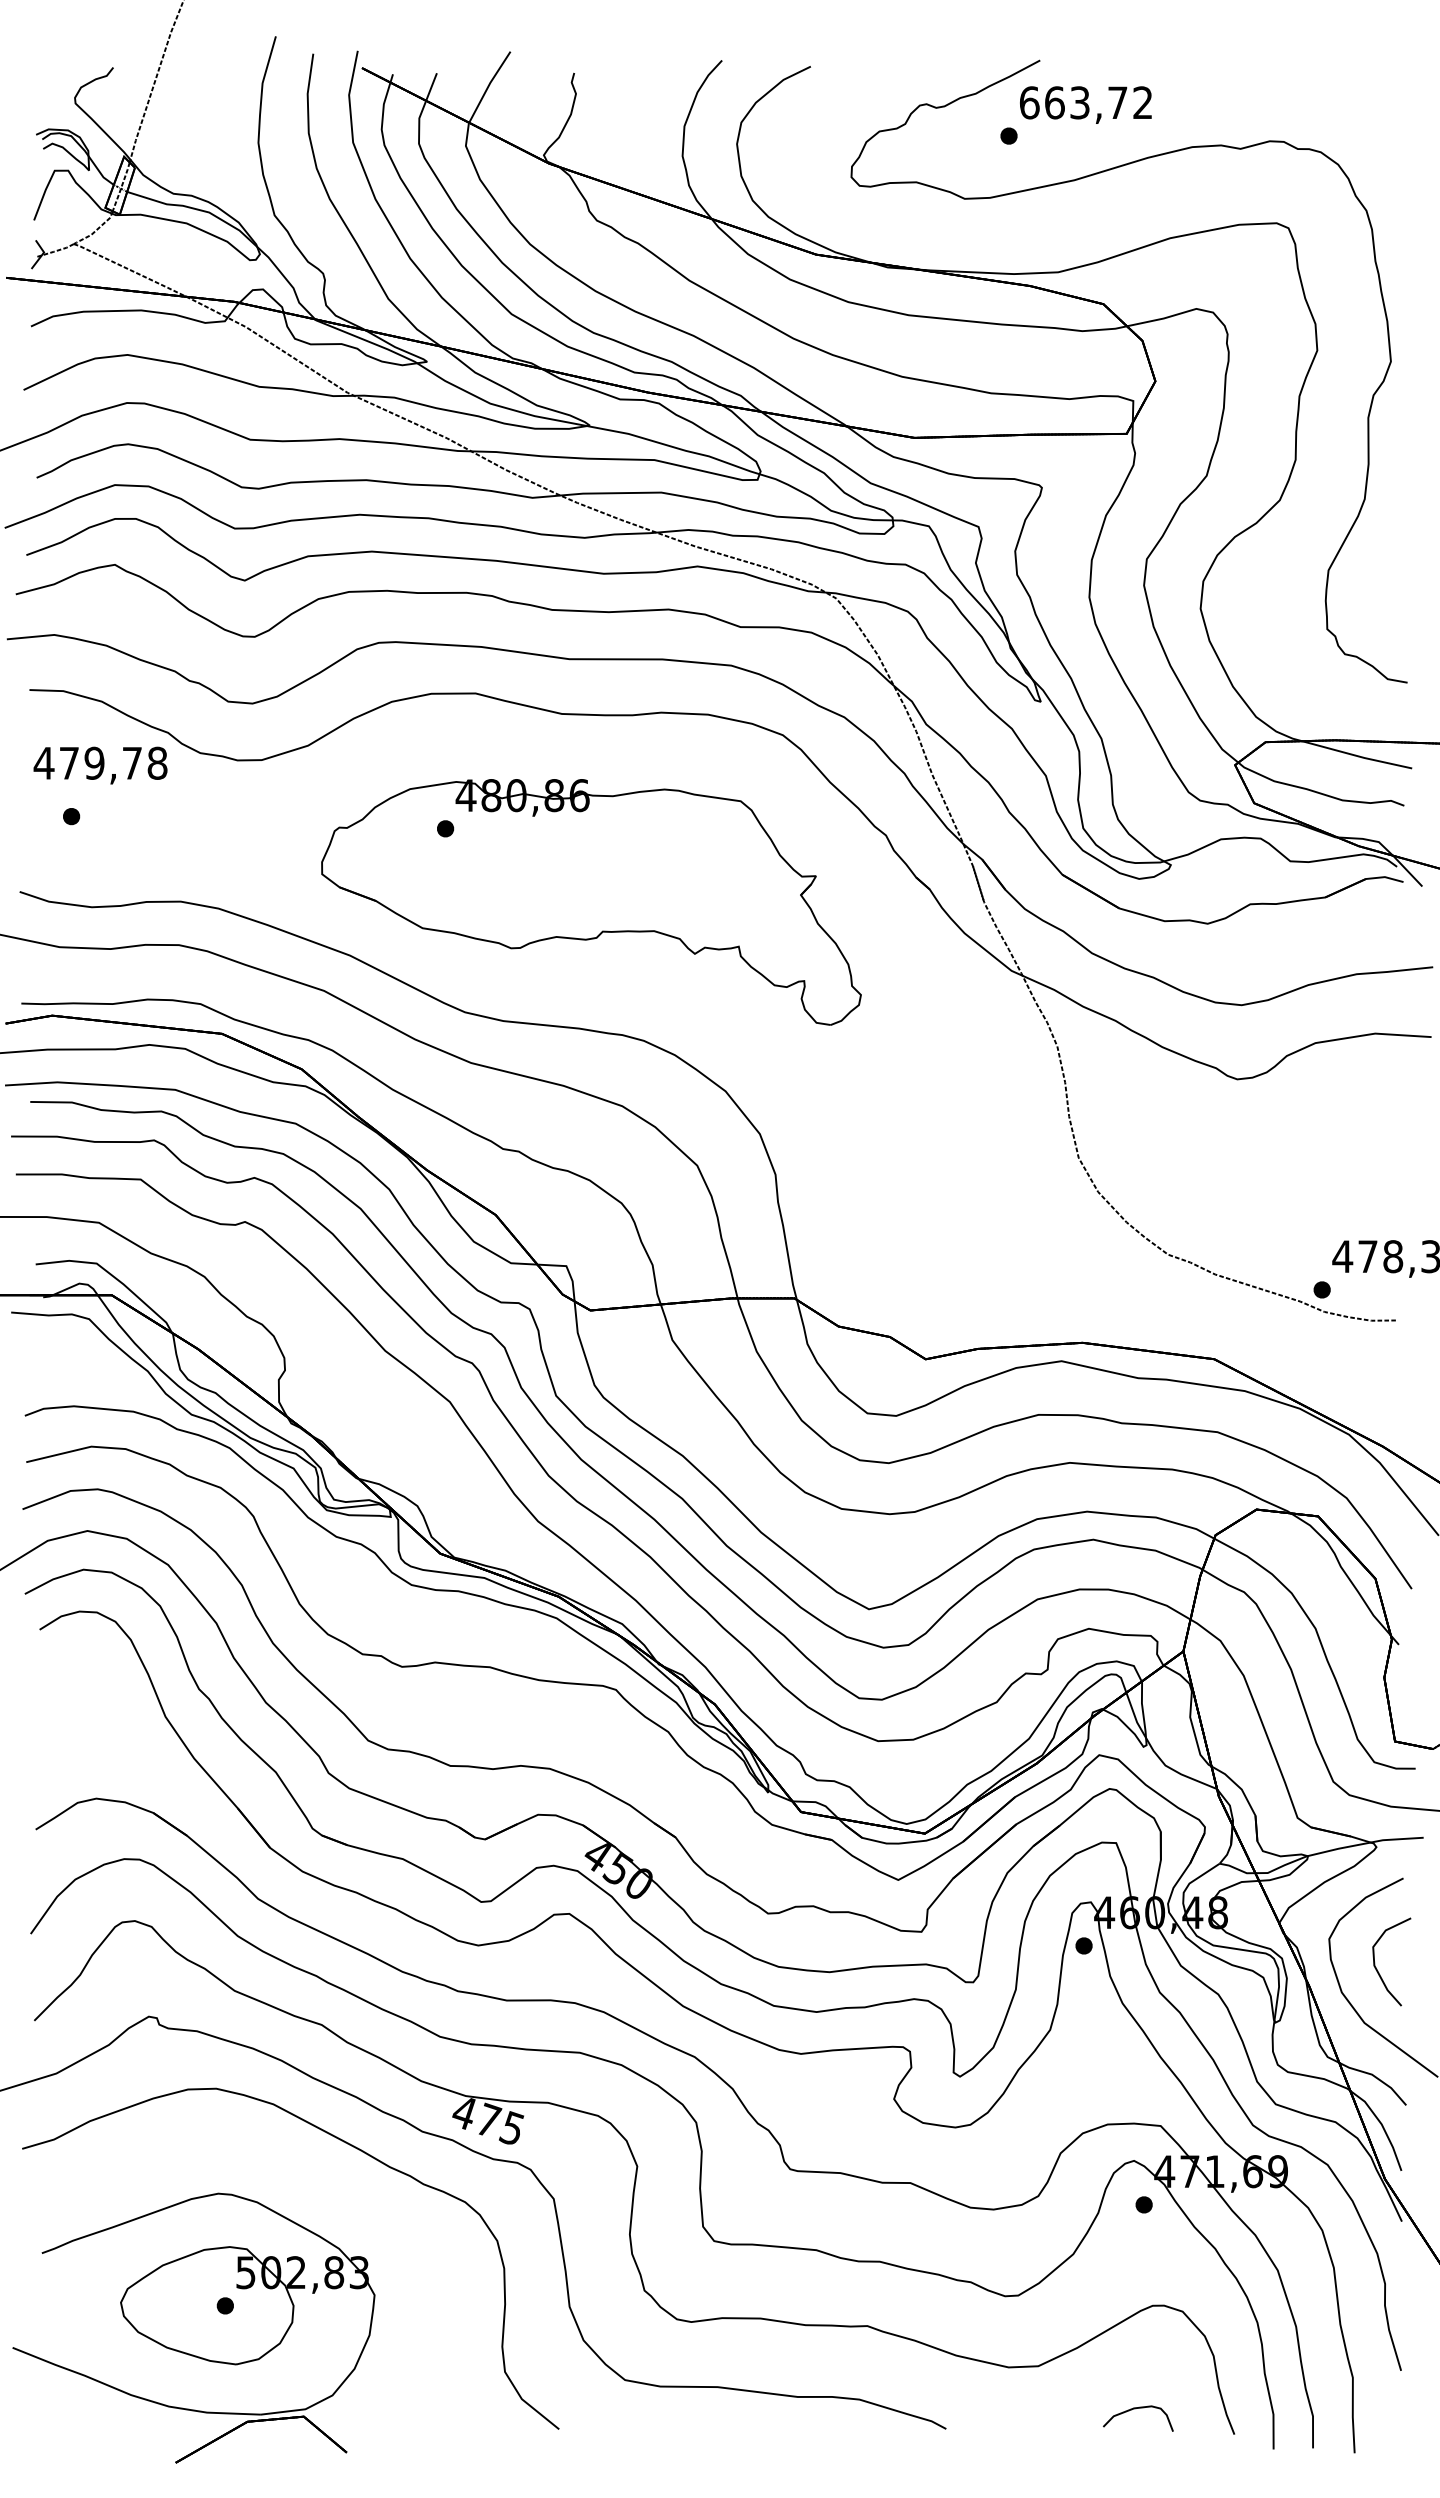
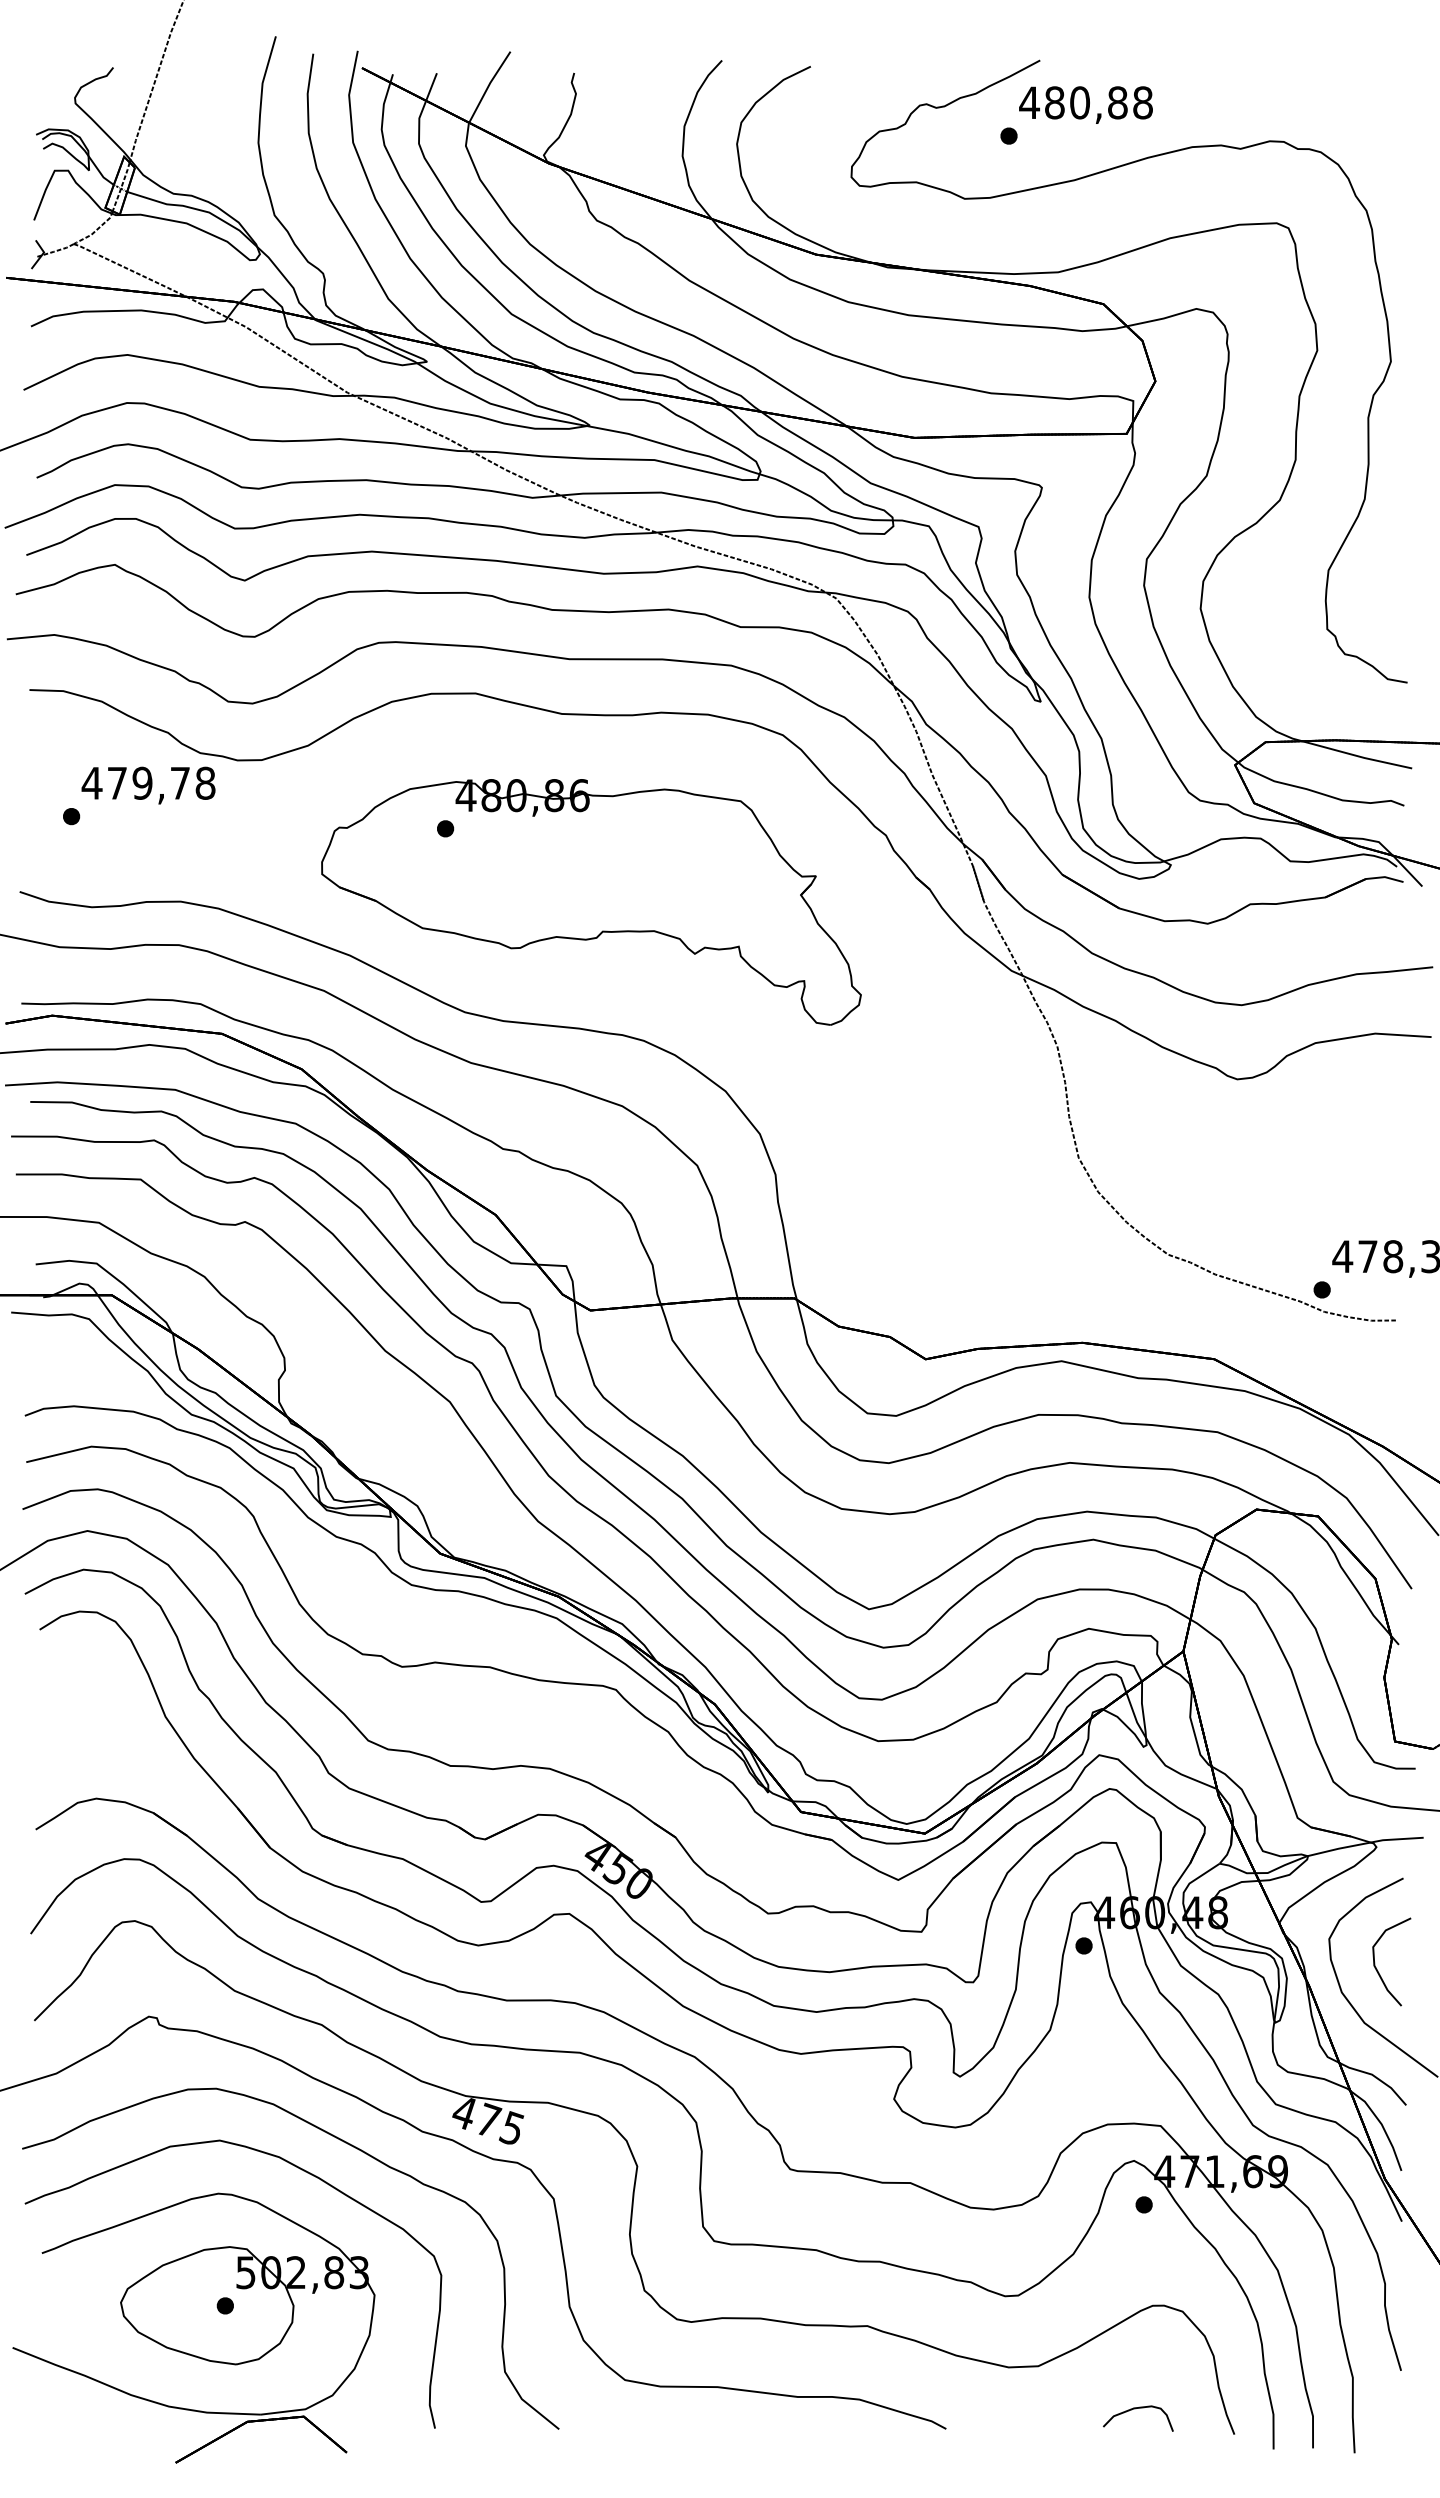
text at (1085, 102): 663,72 -> 480,88
text at (100, 765) position: (100, 765) -> (148, 785)
part at (299, 2169): none -> present
